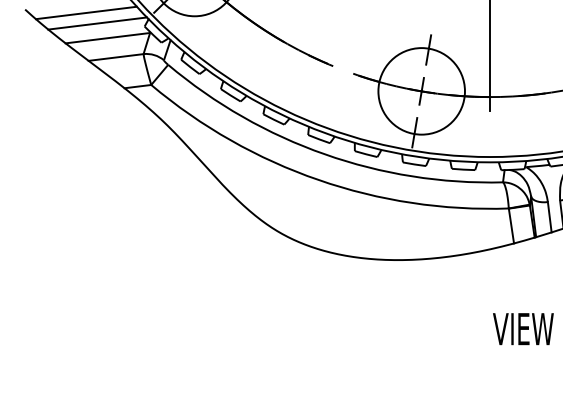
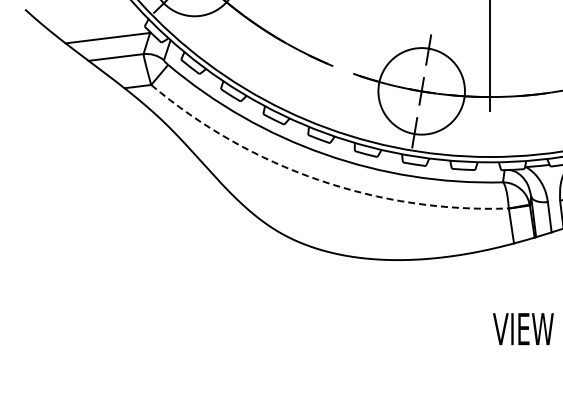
line at (85, 12): present -> none
line at (97, 23): present -> none
arc at (318, 179): solid -> dashed
